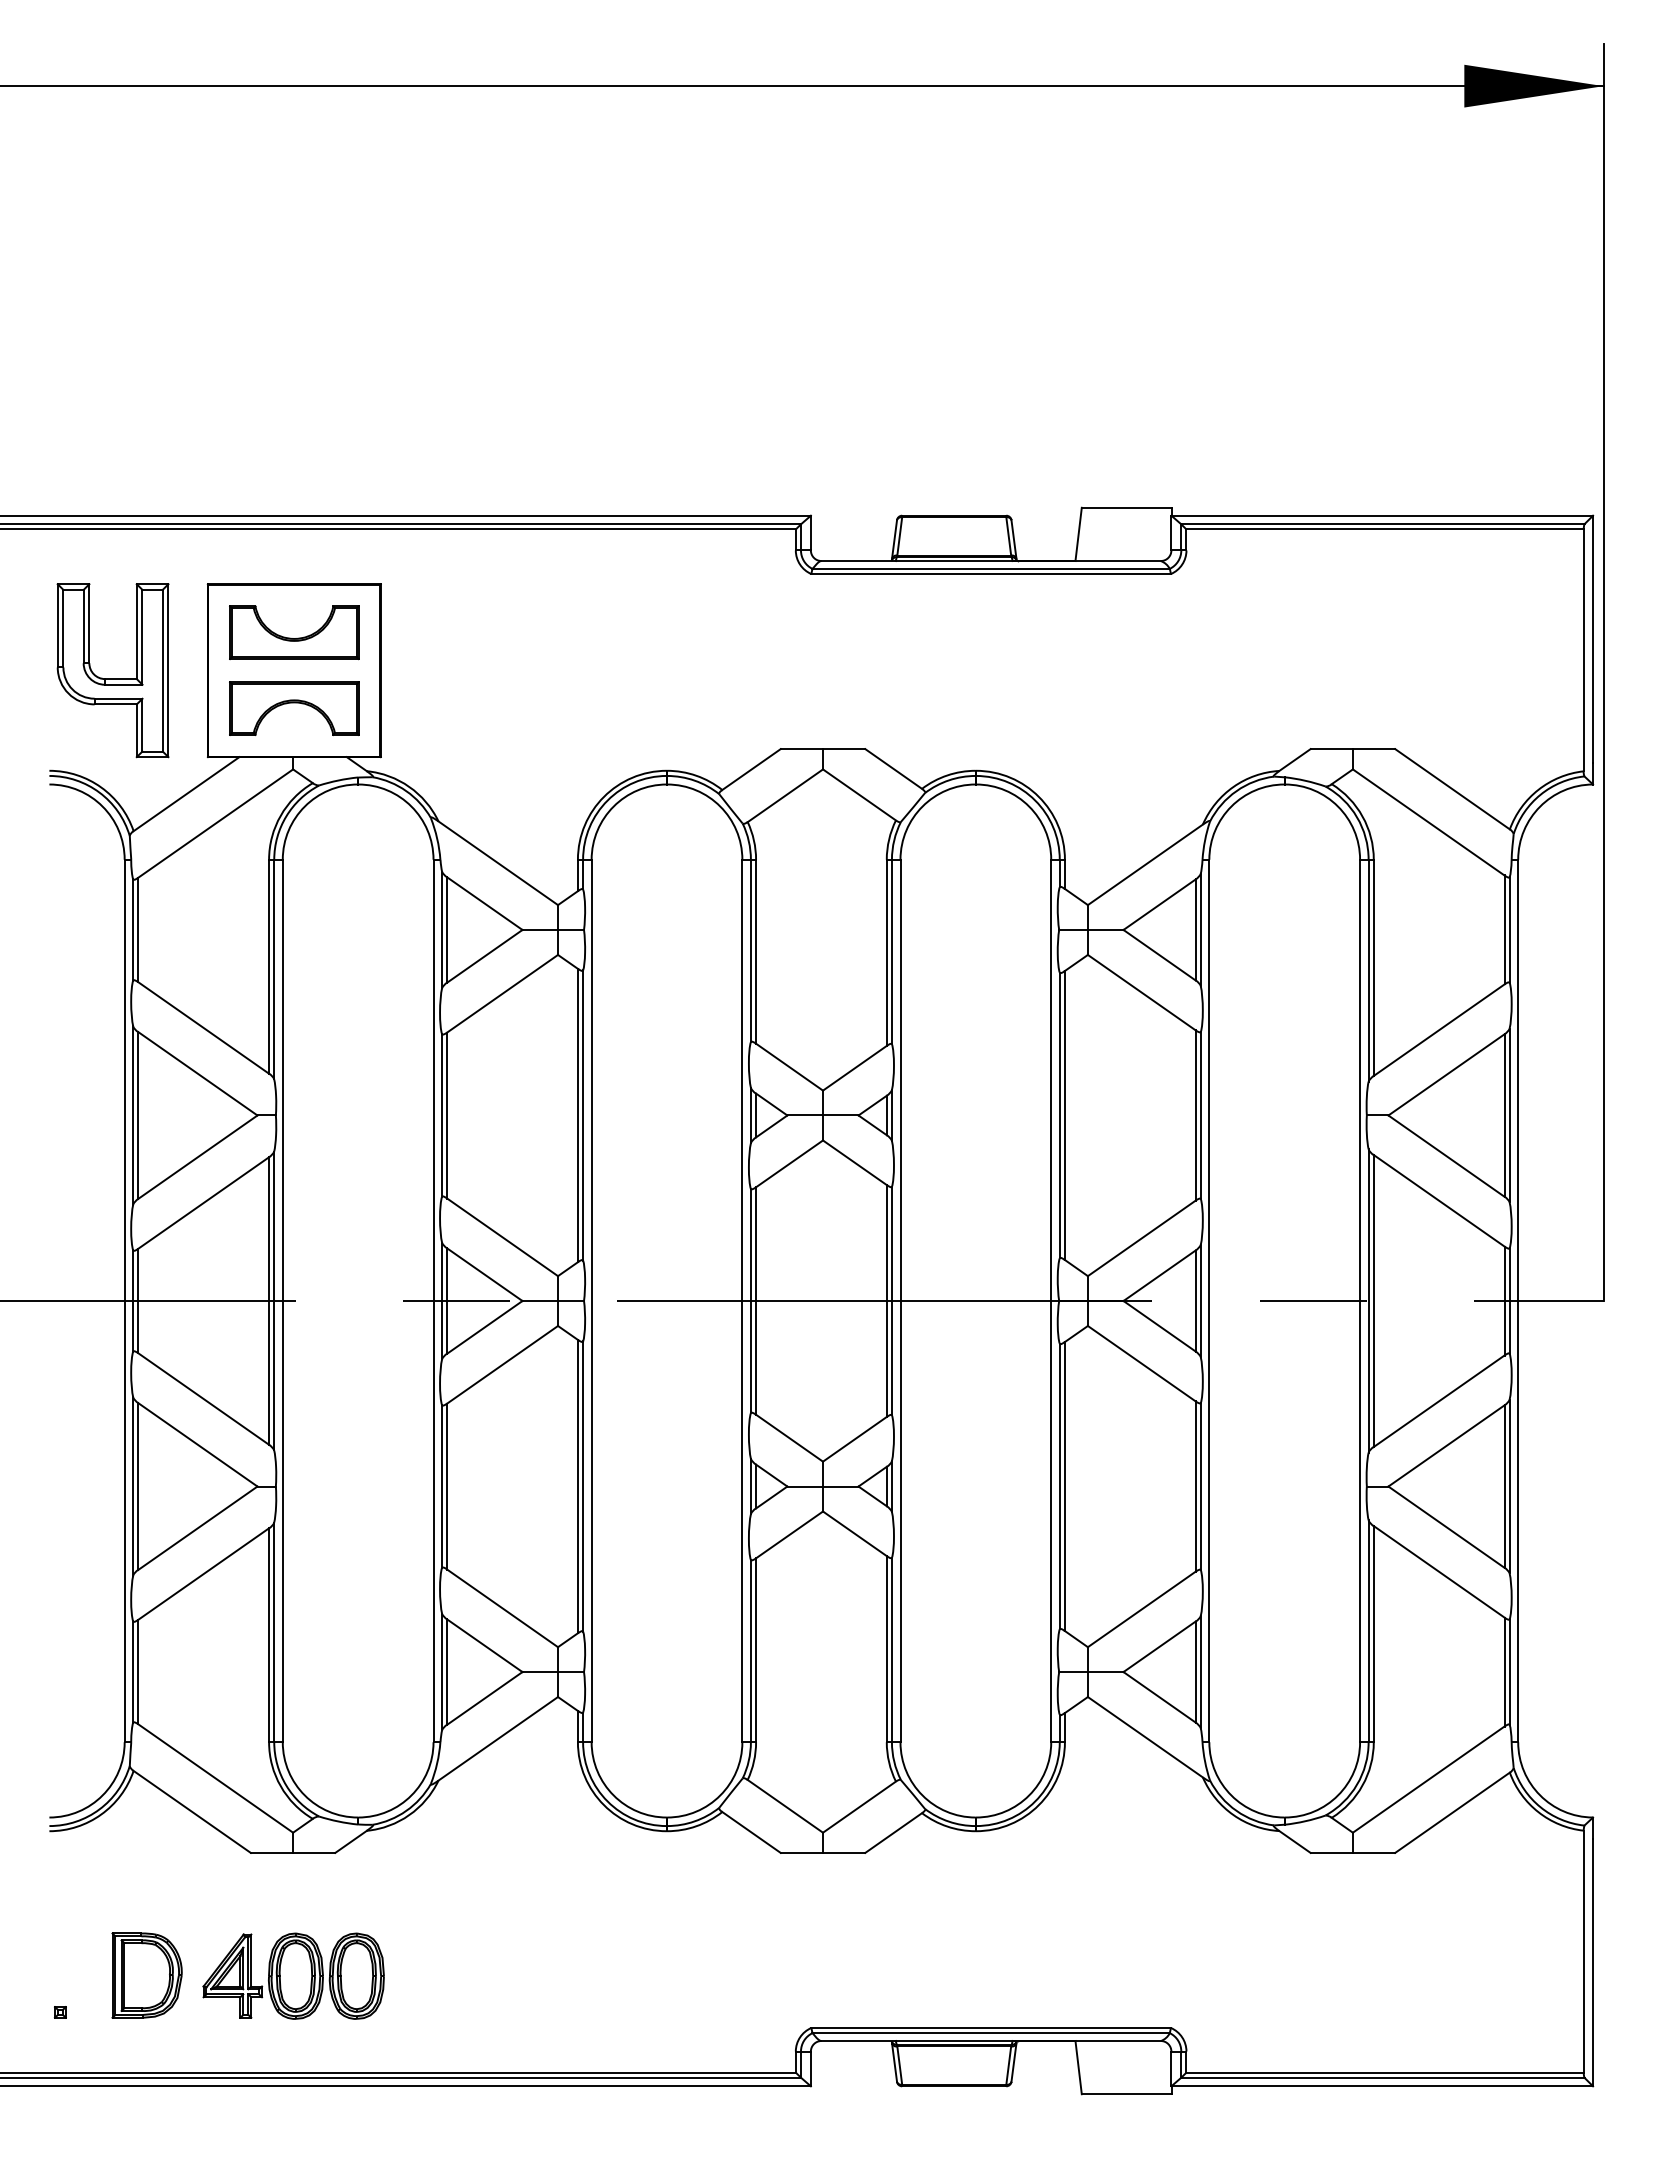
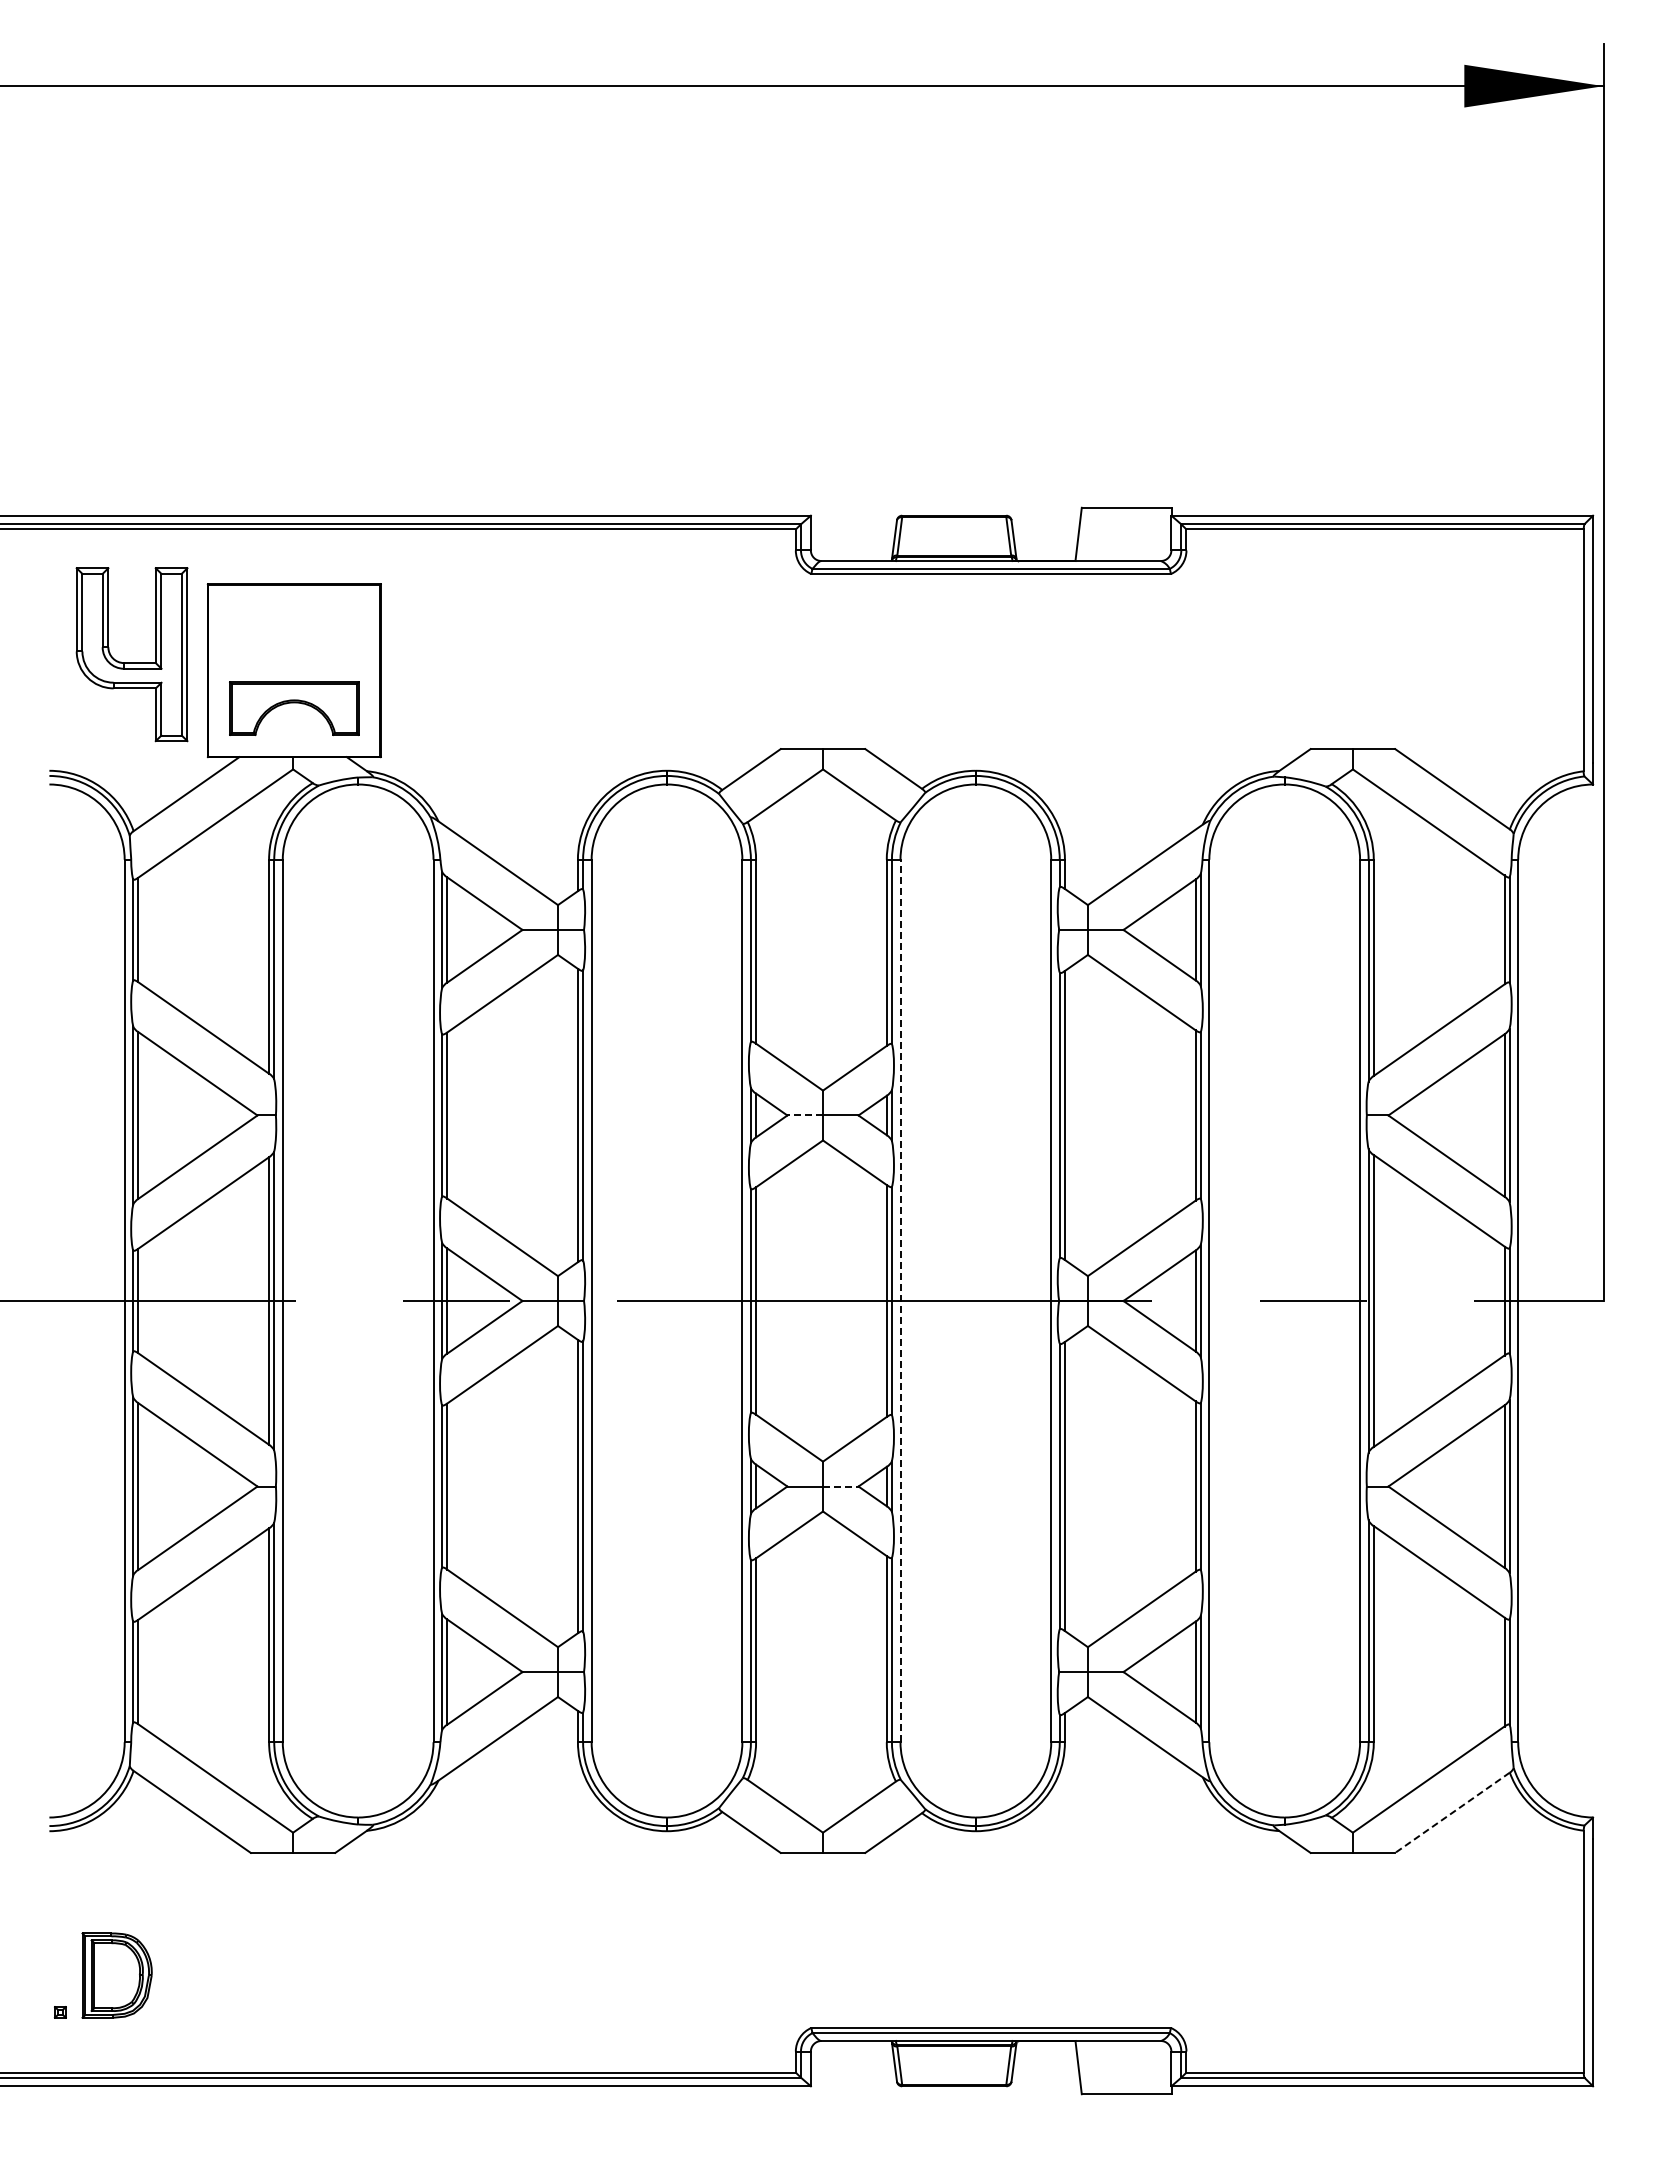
part at (294, 632): present -> none
part at (112, 678) position: (112, 678) -> (131, 662)
line at (805, 1115): solid -> dashed
line at (900, 1300): solid -> dashed
line at (840, 1486): solid -> dashed
line at (1452, 1813): solid -> dashed
part at (146, 1975) position: (146, 1975) -> (116, 1975)
part at (293, 1975): present -> none
